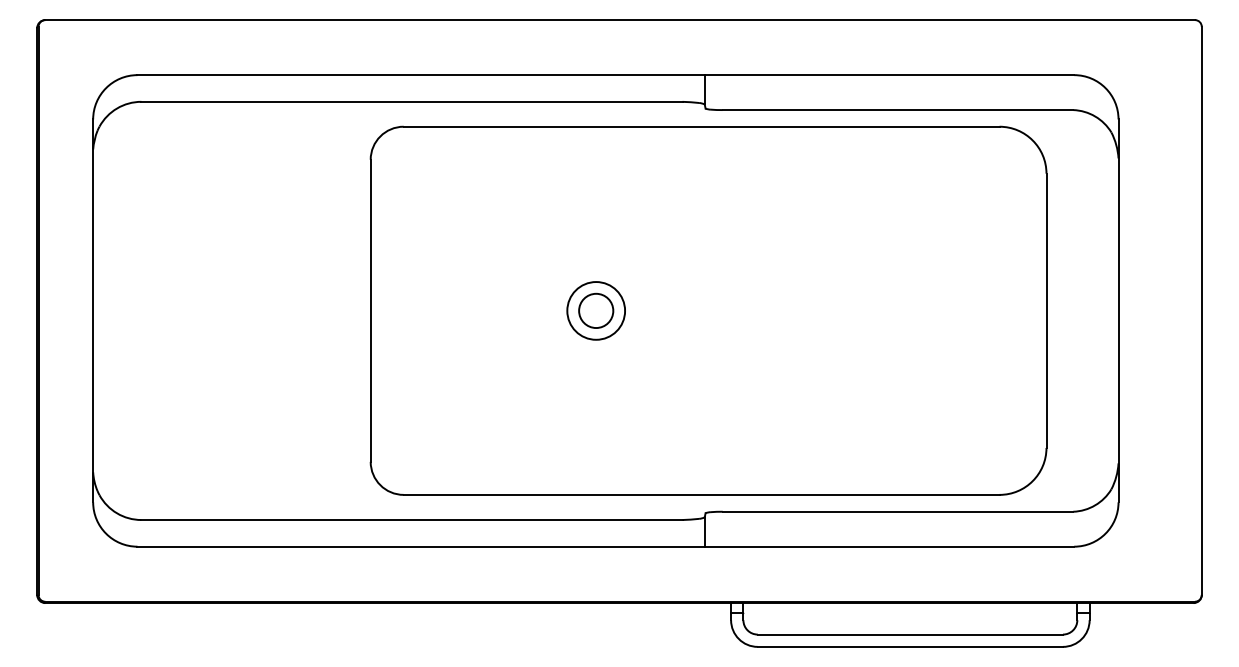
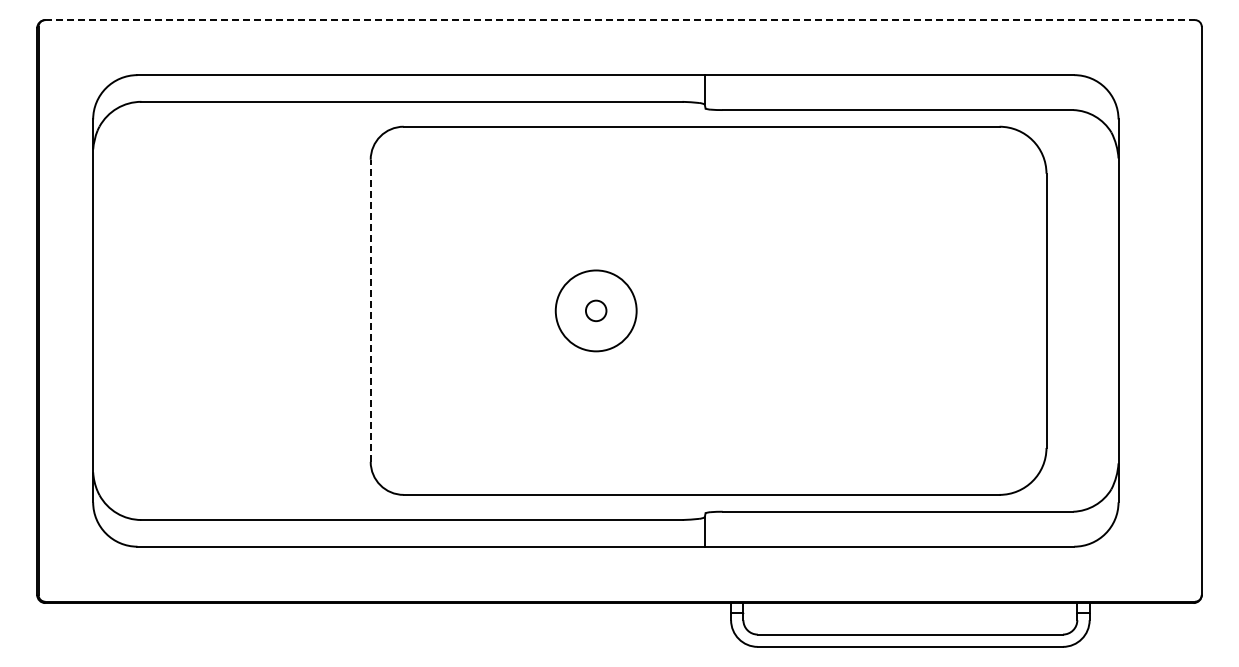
line at (620, 20): solid -> dashed
line at (370, 310): solid -> dashed
circle at (596, 310) diameter: 34 px -> 21 px
circle at (596, 310) diameter: 58 px -> 81 px
